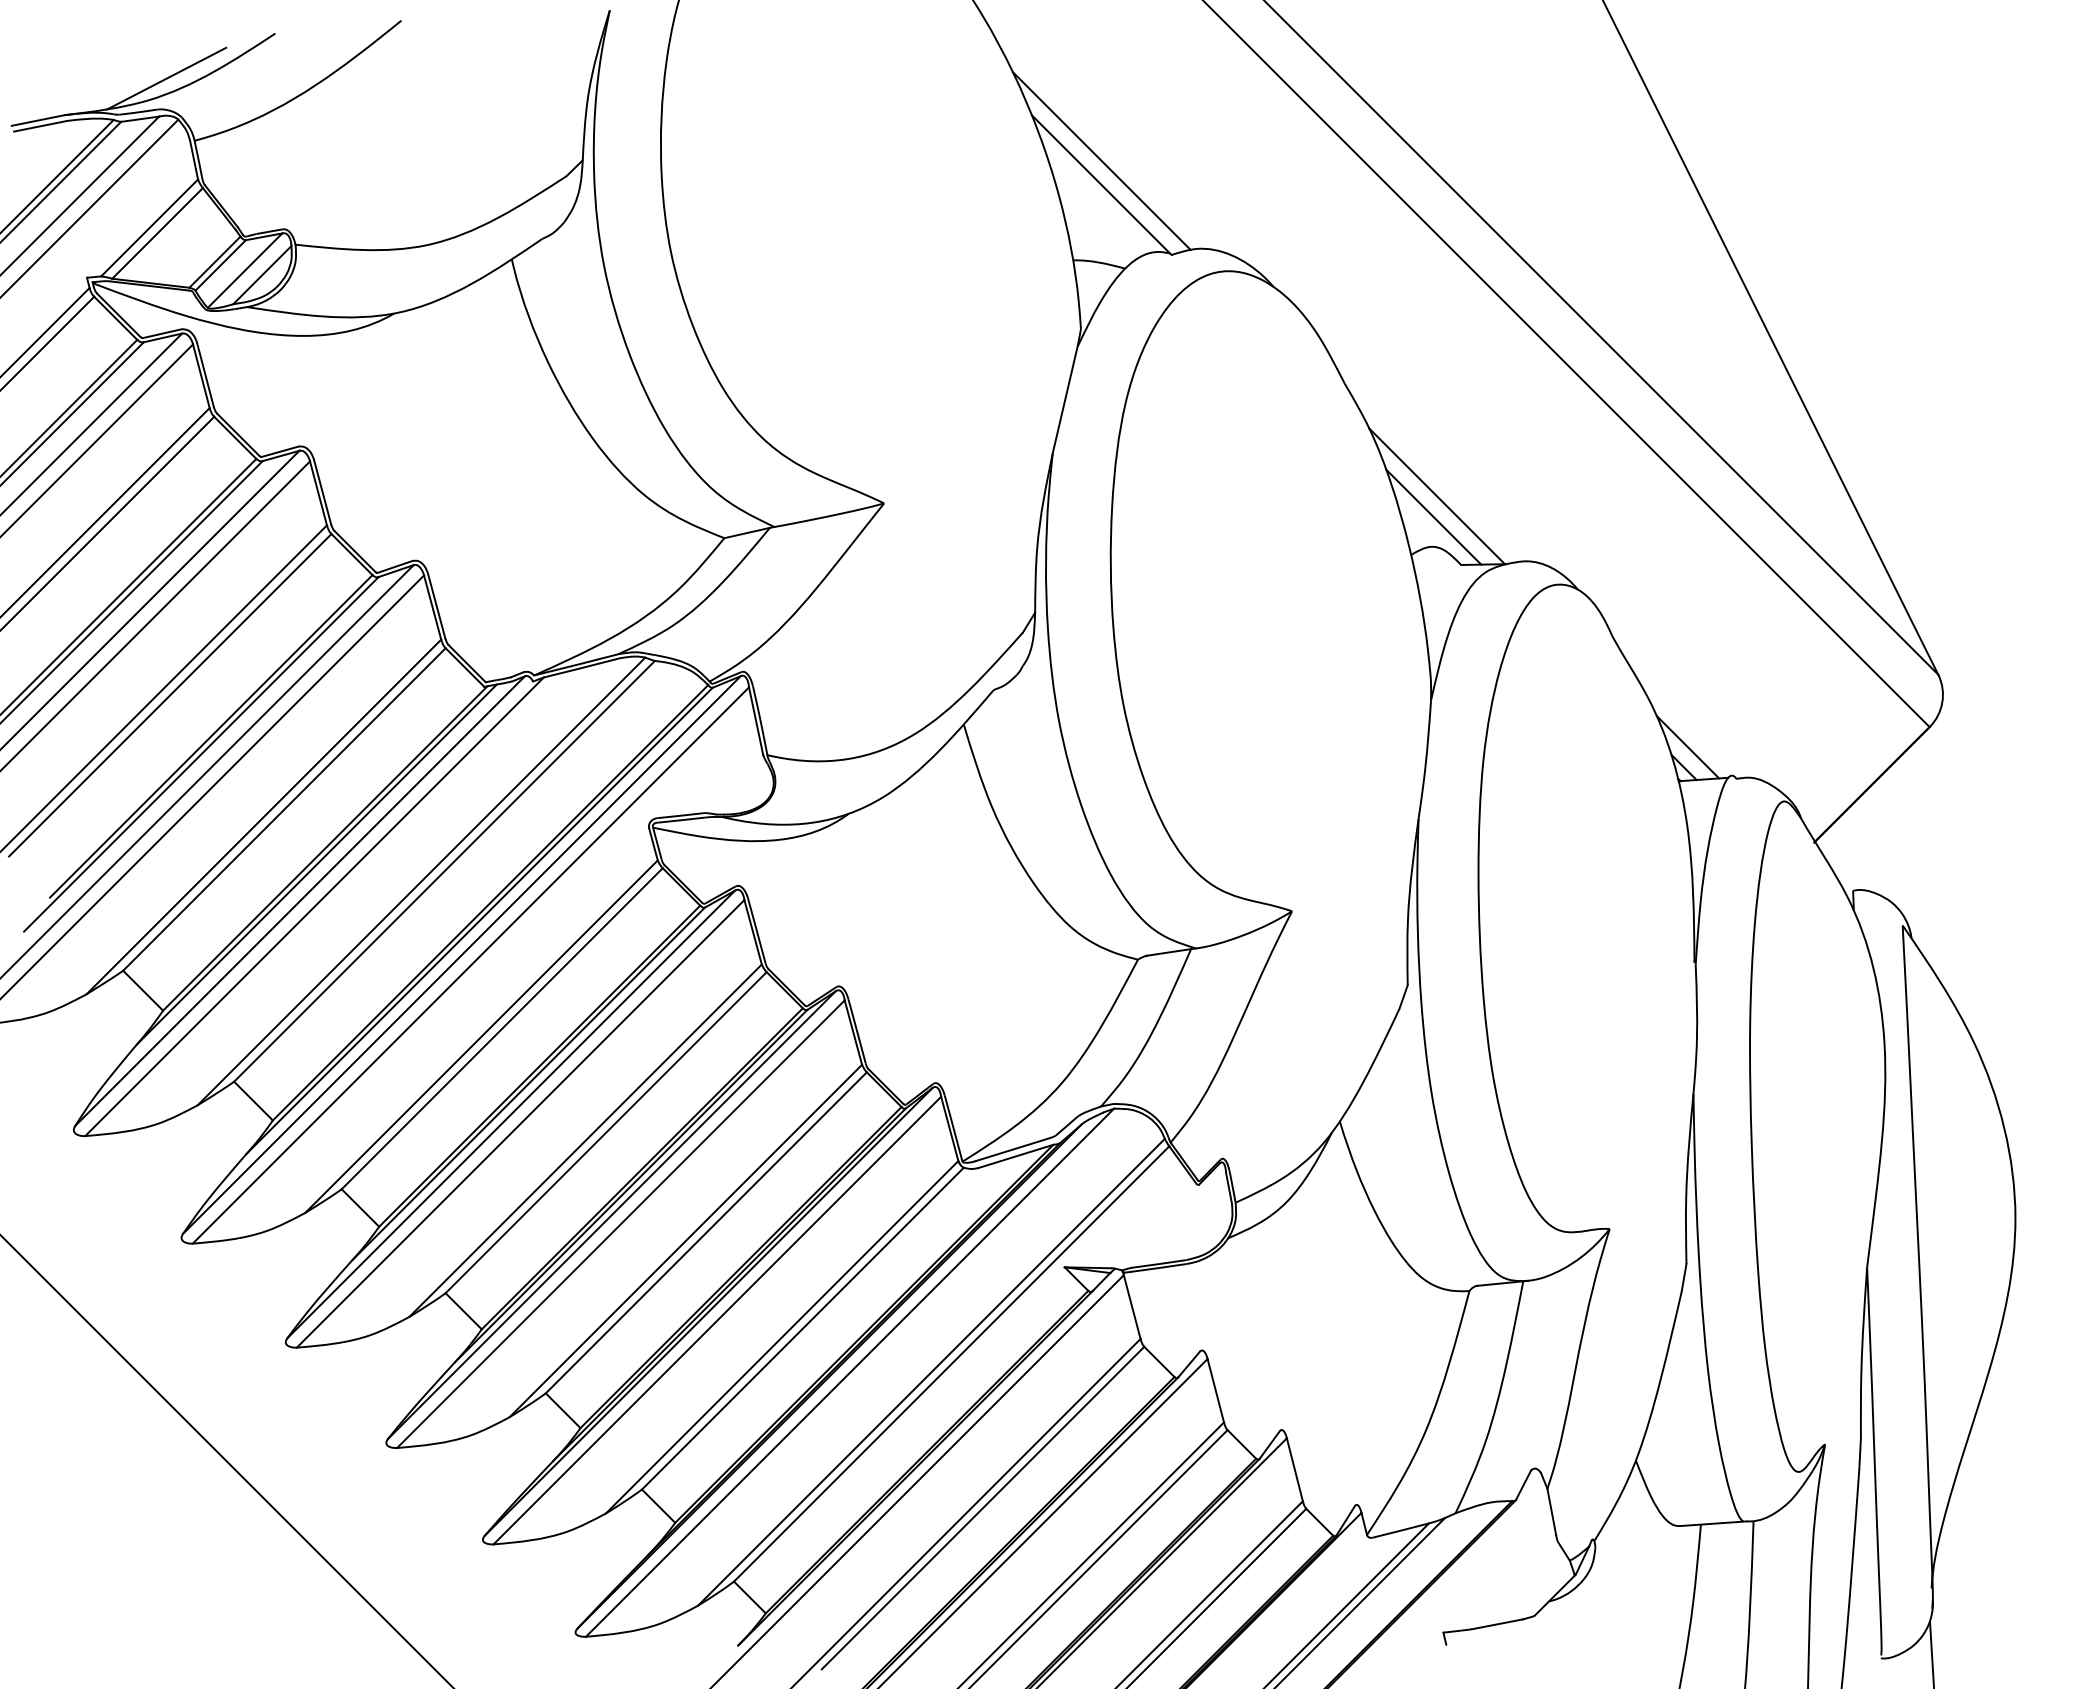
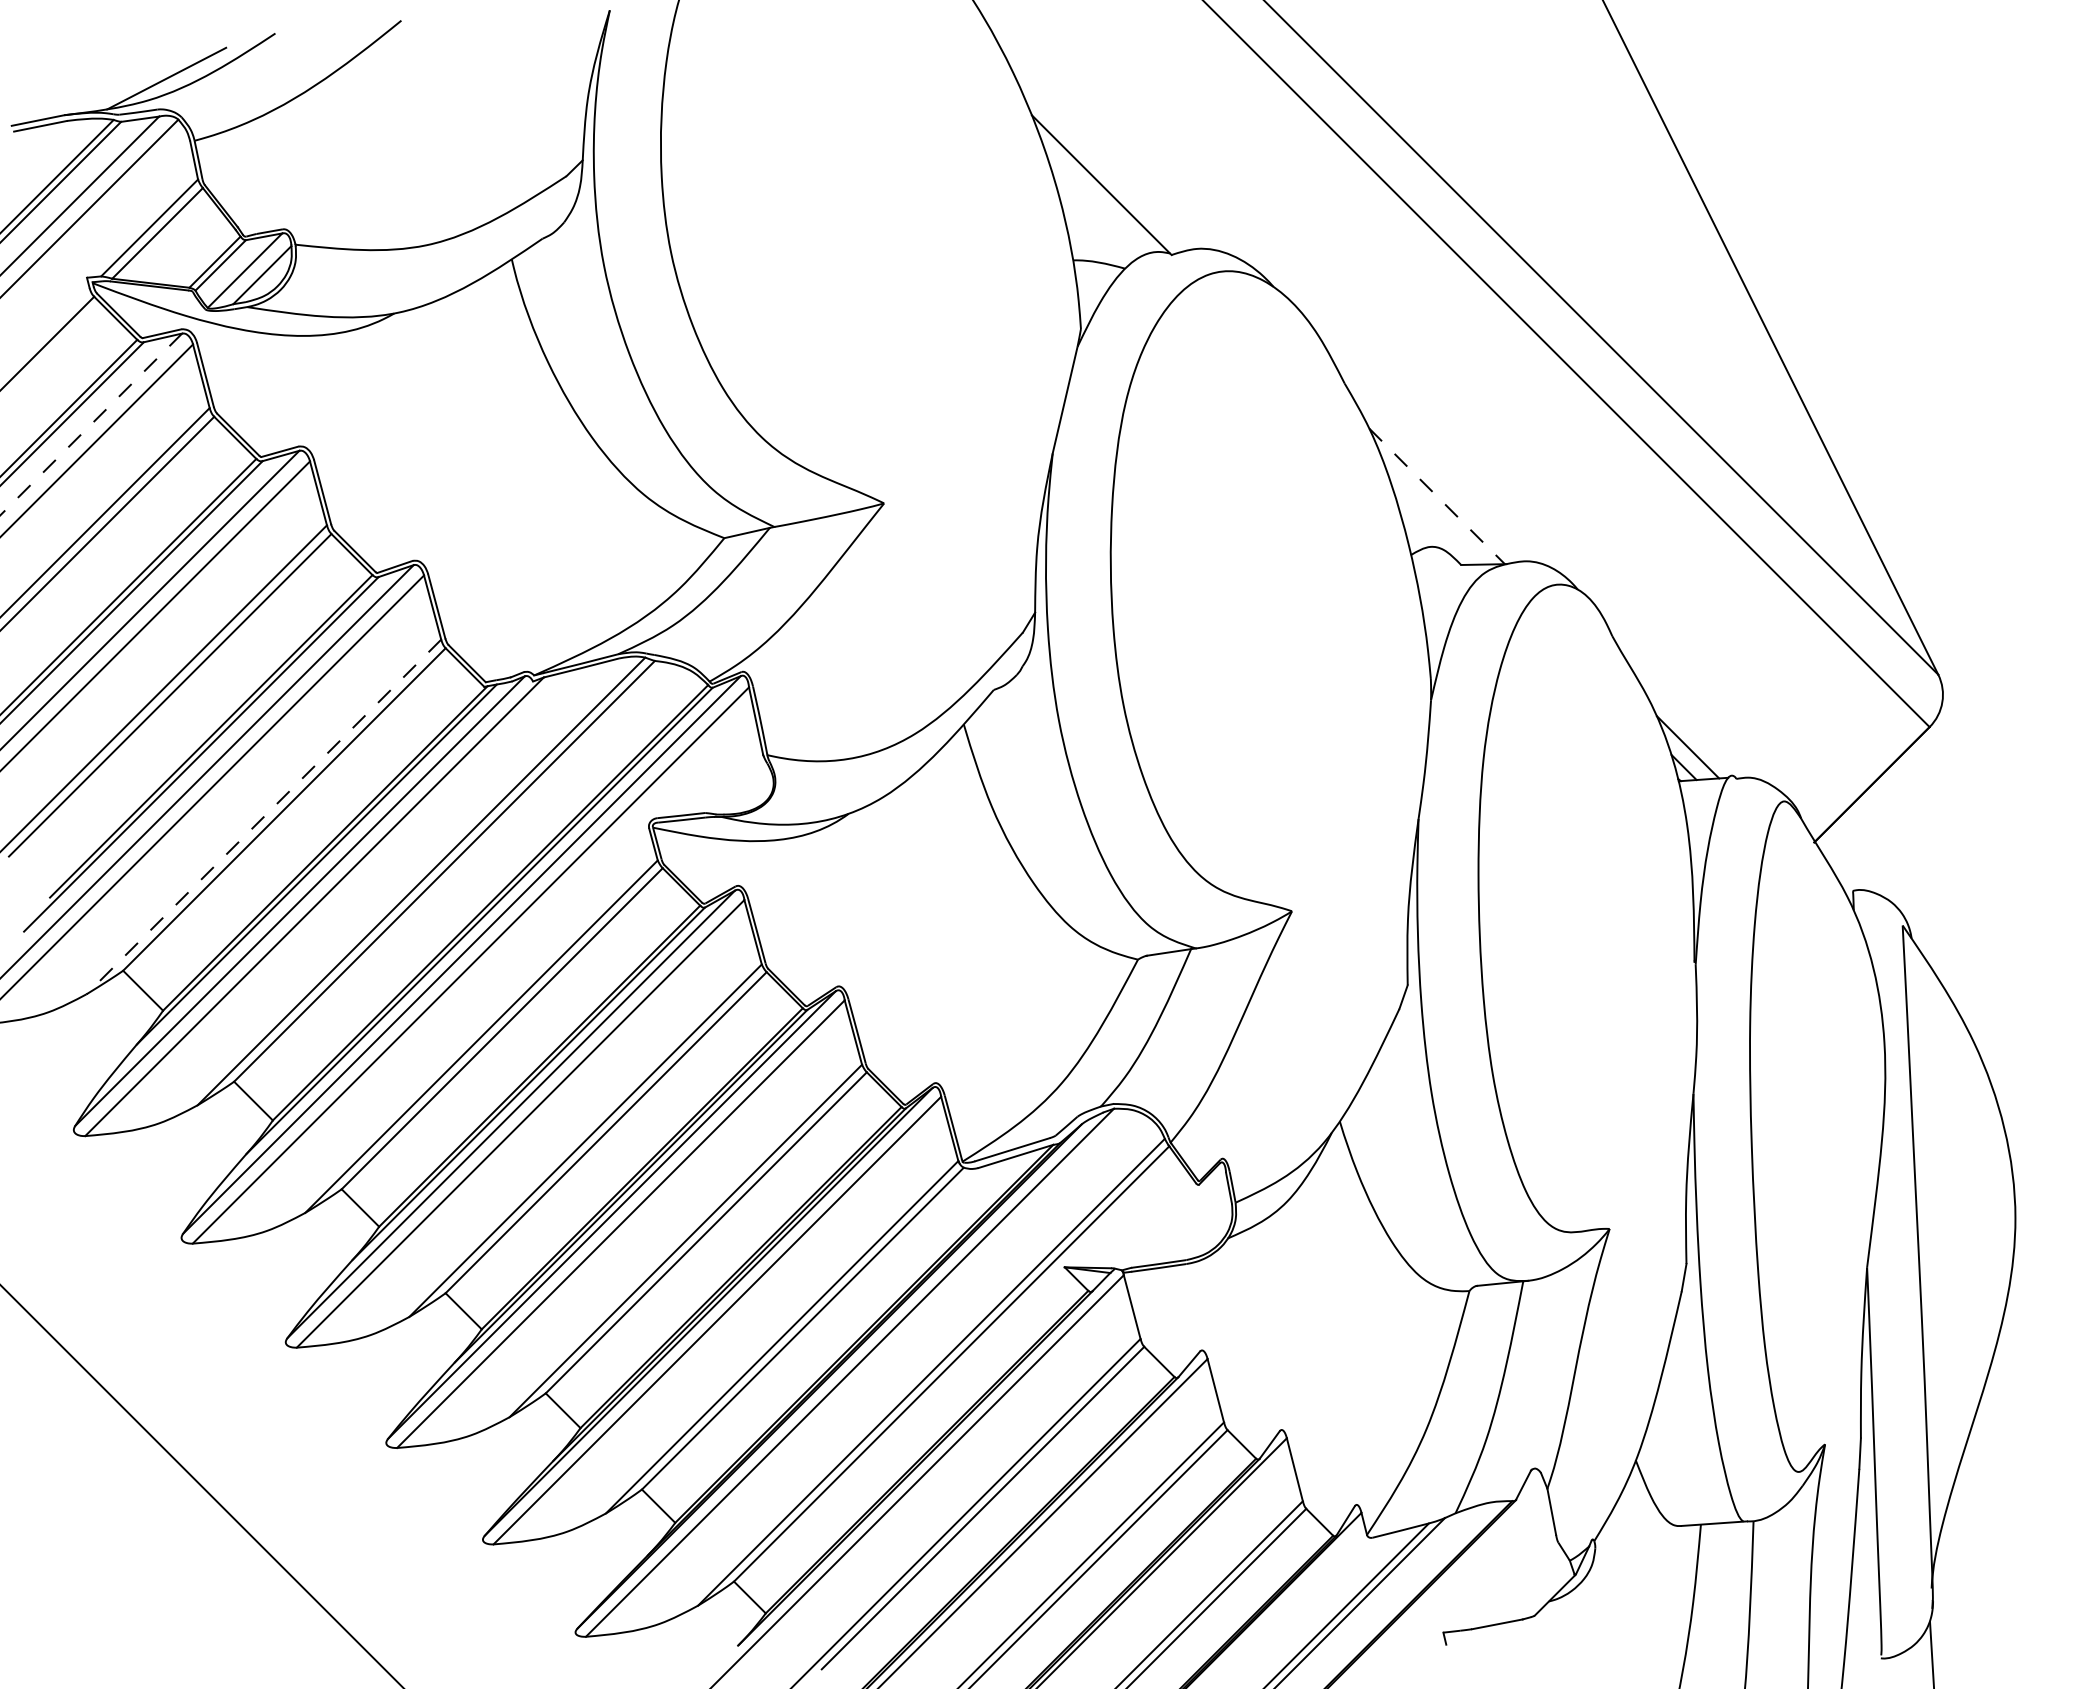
line at (1101, 160): present -> none
line at (45, 331): present -> none
line at (91, 424): solid -> dashed
line at (1437, 496): solid -> dashed
line at (1433, 516): present -> none
line at (263, 816): solid -> dashed
line at (226, 1460) position: (226, 1460) -> (201, 1485)
